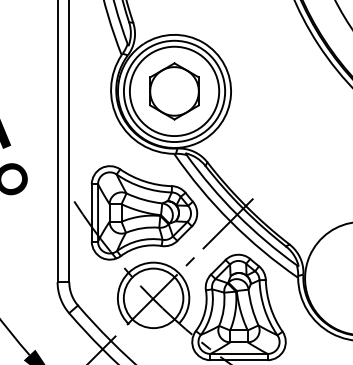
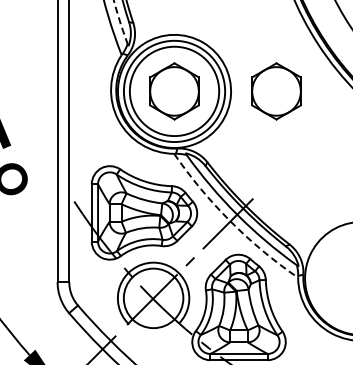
arc at (120, 23): solid -> dashed
part at (276, 91): none -> present
arc at (230, 221): solid -> dashed
